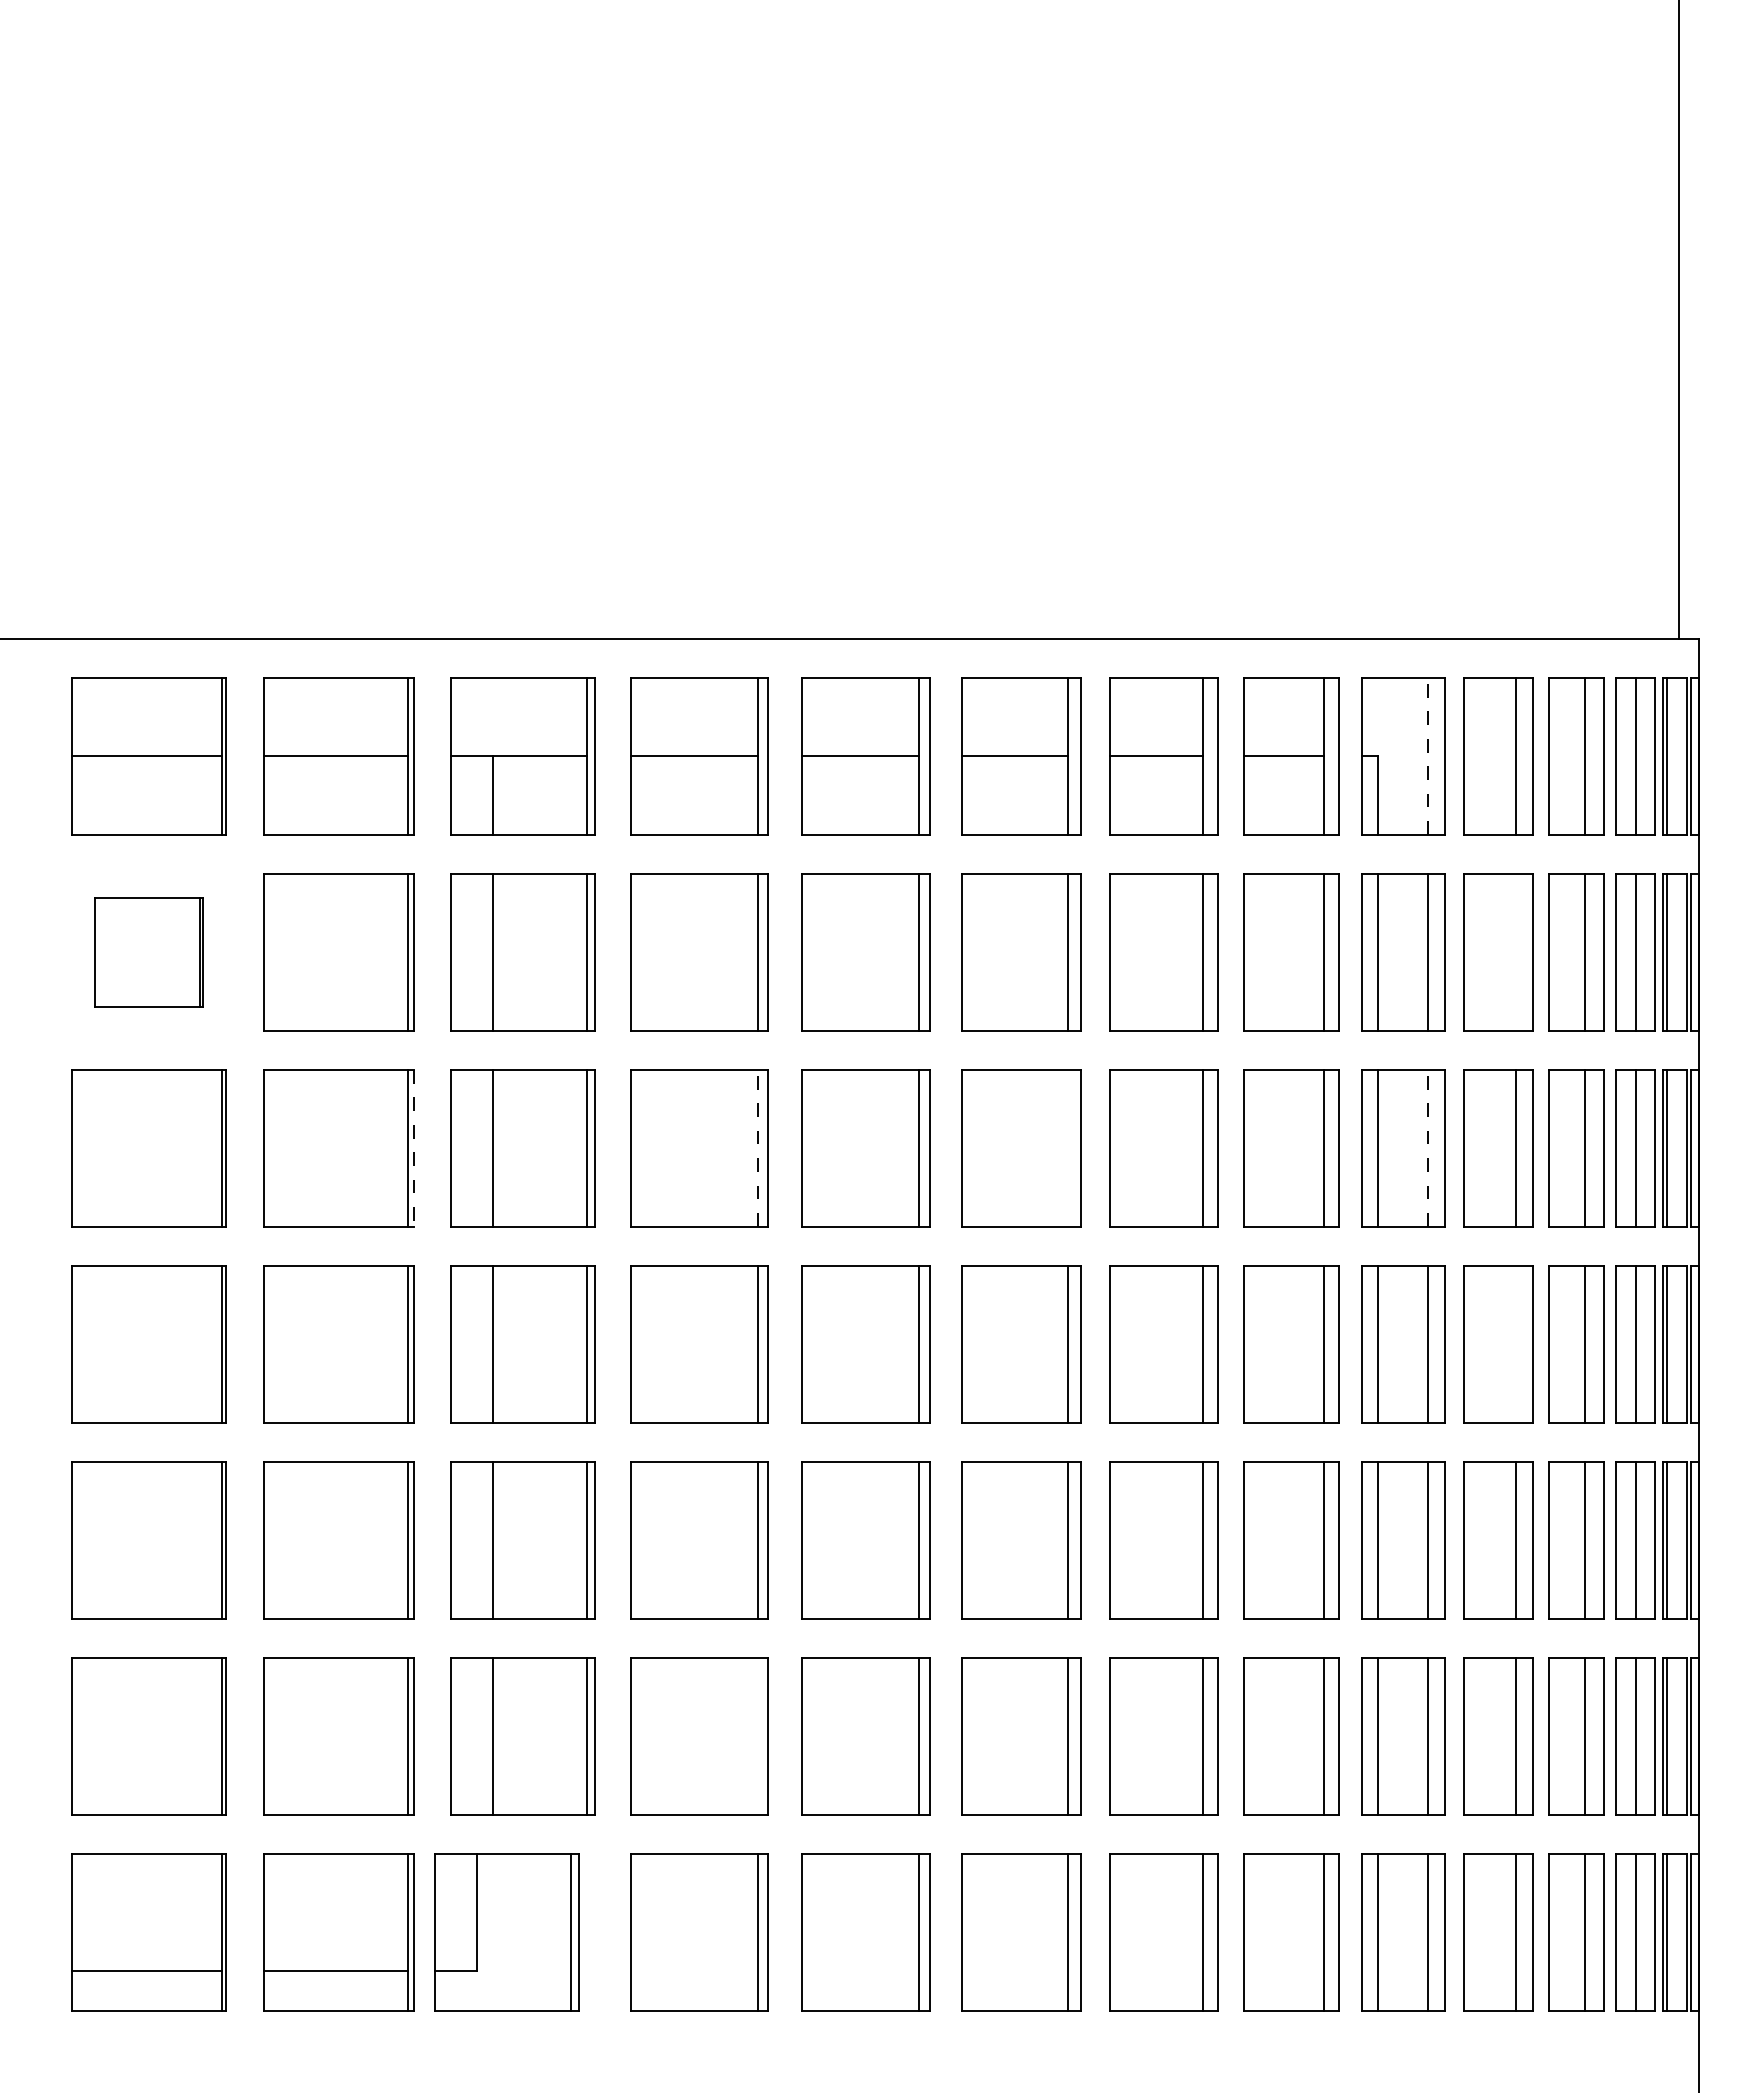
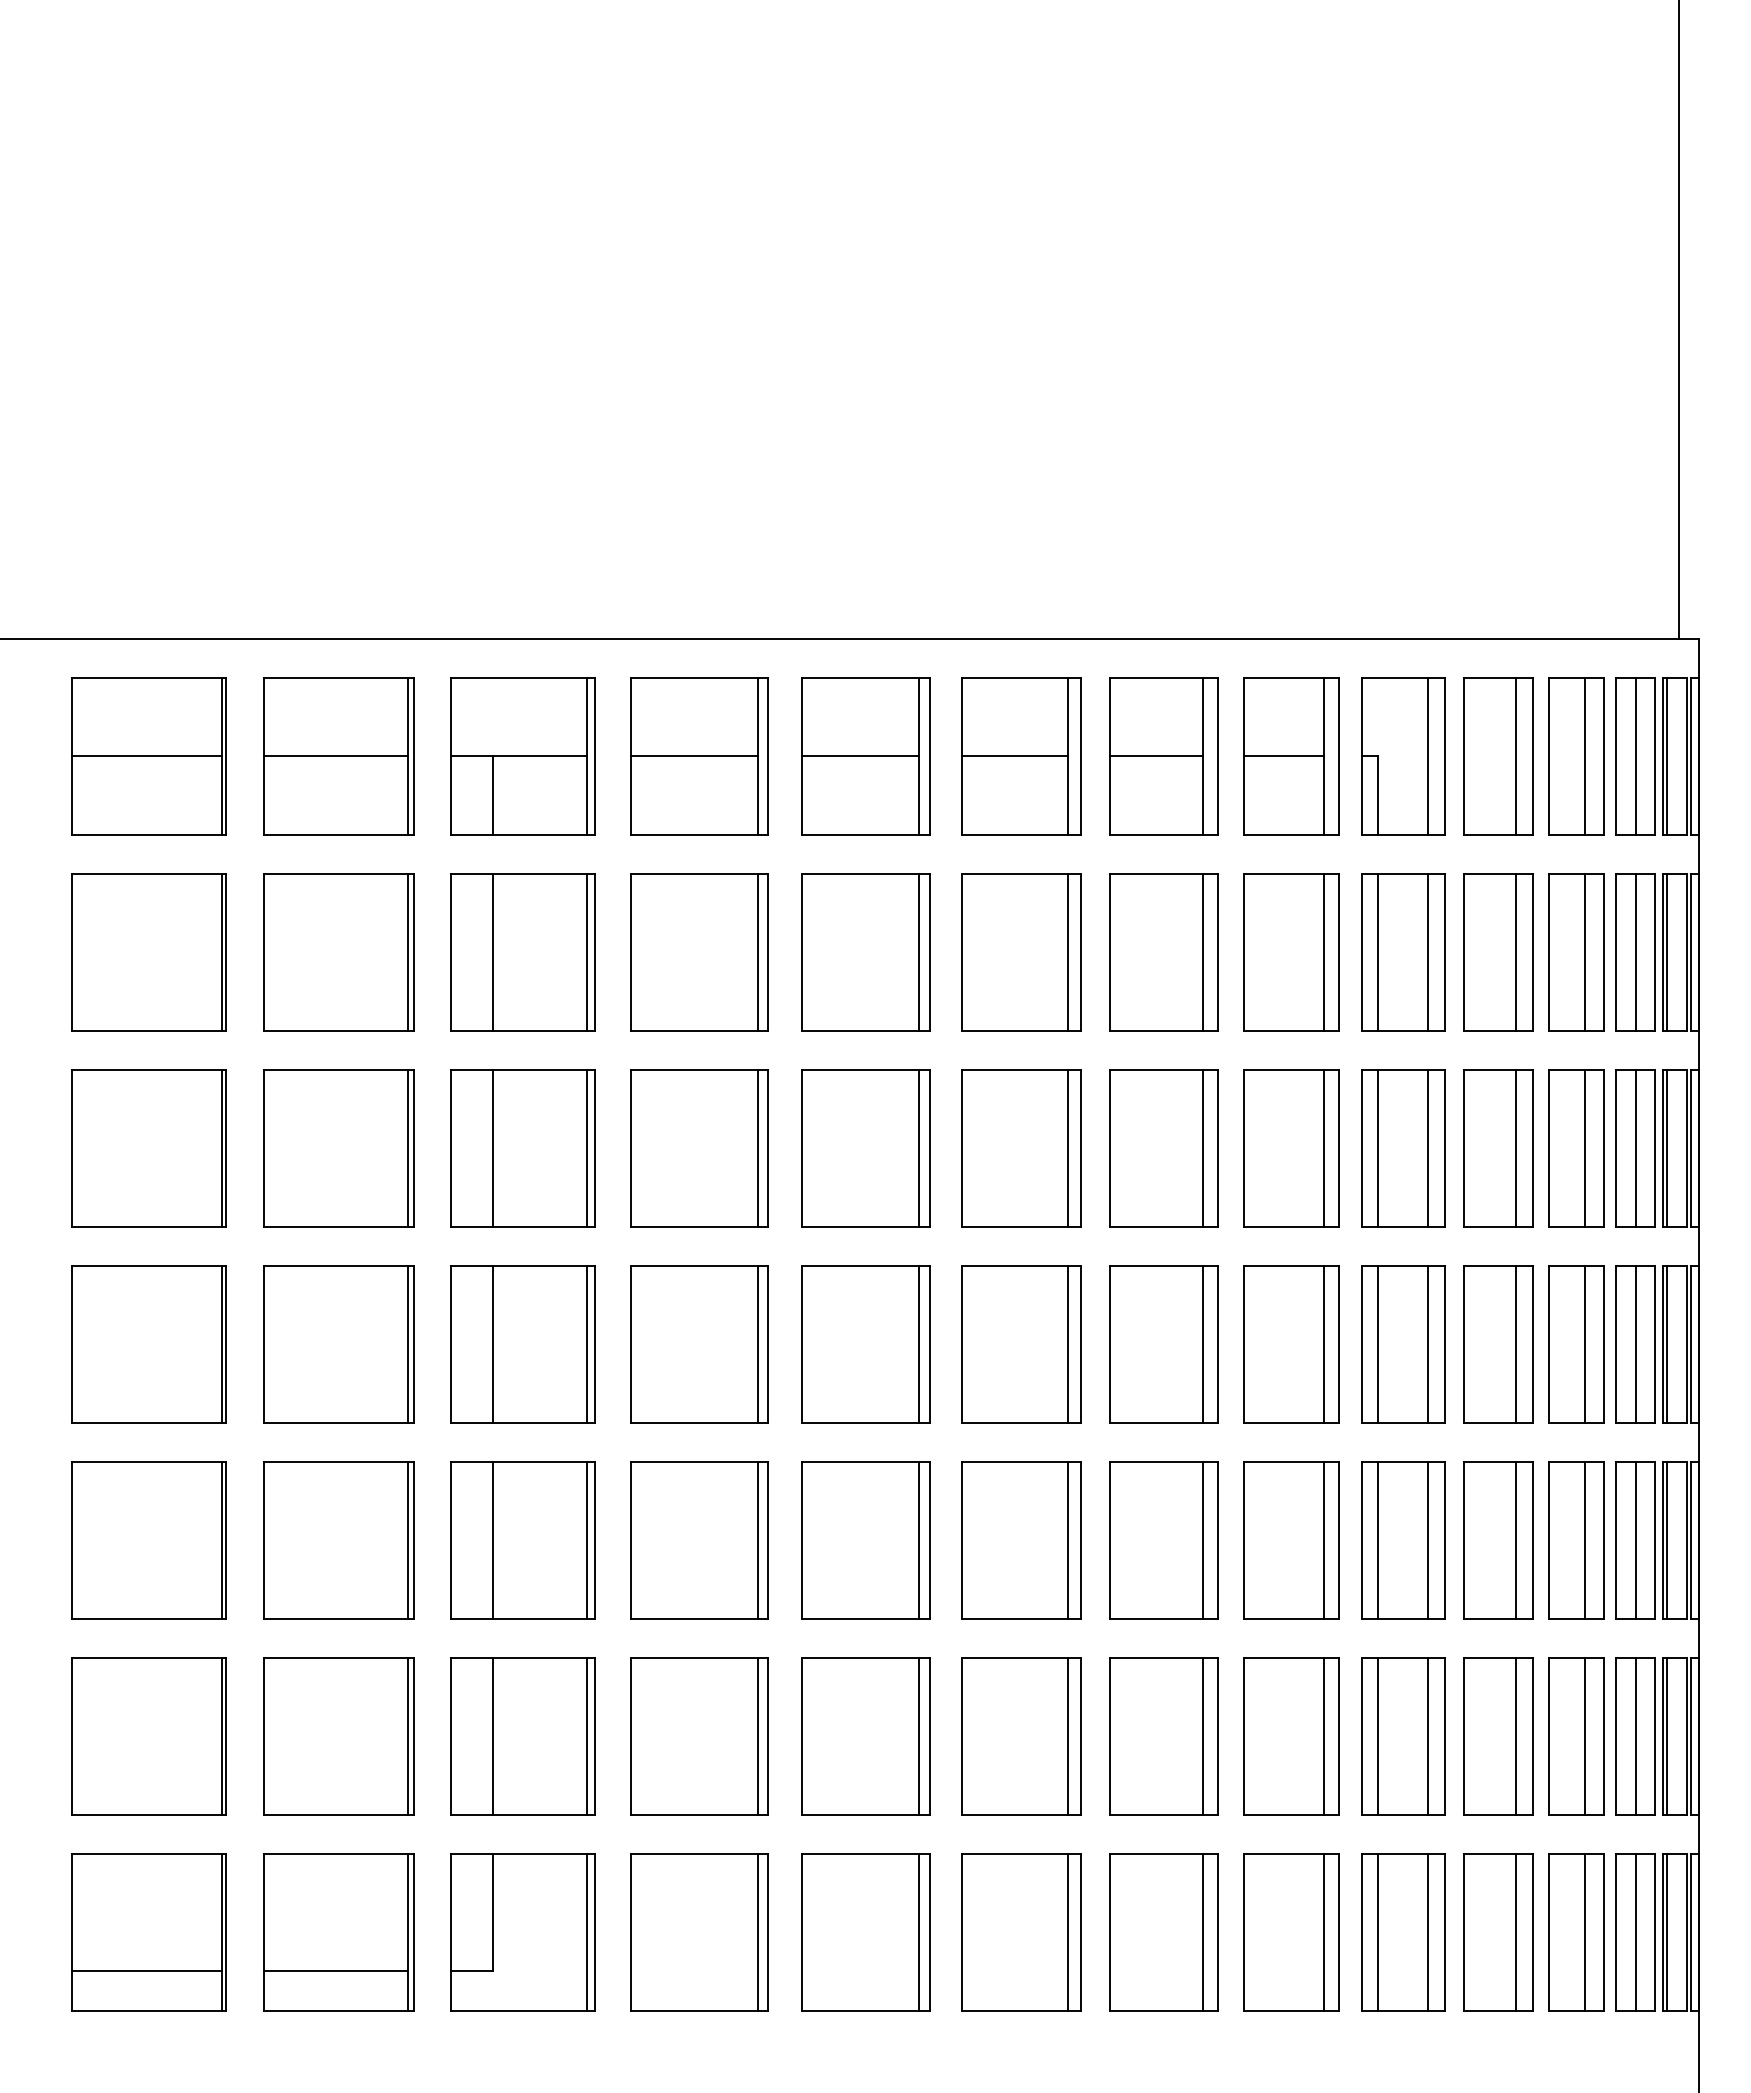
line at (1428, 755): dashed -> solid
part at (148, 952) size: 110x111 px -> 156x159 px
line at (1515, 952): none -> present
line at (758, 1147): dashed -> solid
line at (1067, 1147): none -> present
line at (1428, 1147): dashed -> solid
line at (413, 1148): dashed -> solid
line at (1515, 1343): none -> present
line at (758, 1735): none -> present
part at (506, 1932) position: (506, 1932) -> (522, 1932)
